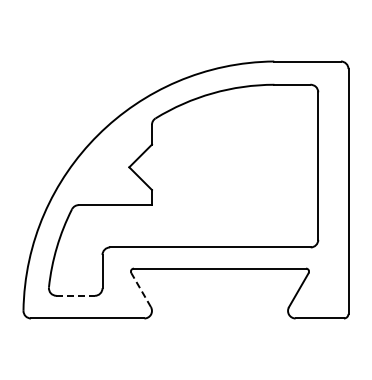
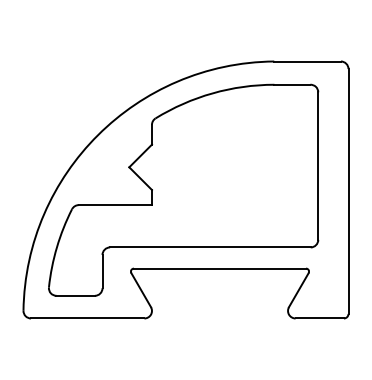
line at (141, 290): dashed -> solid
line at (76, 295): dashed -> solid
